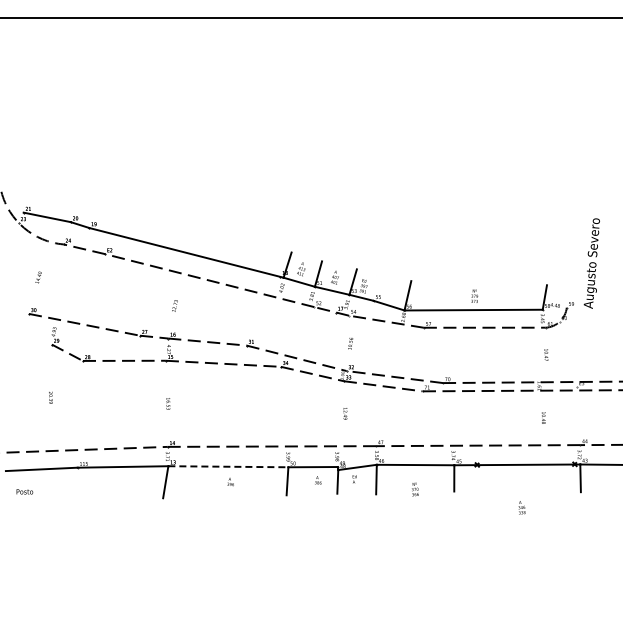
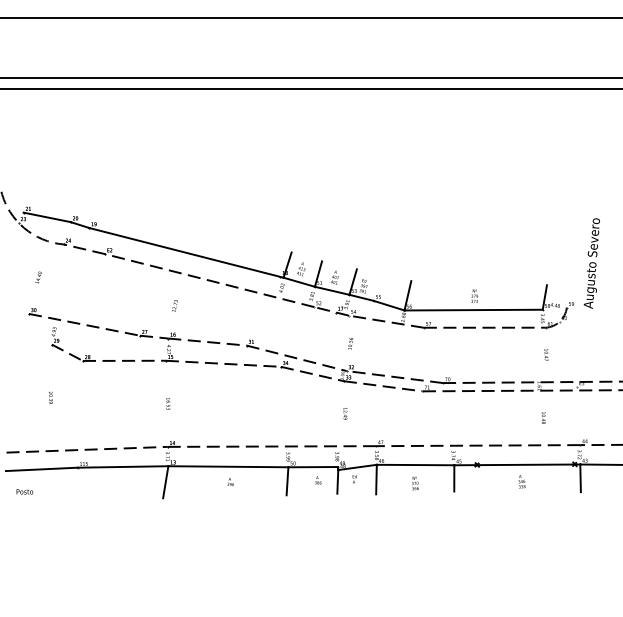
line at (310, 77): none -> present
line at (310, 89): none -> present
line at (228, 466): dashed -> solid
text at (415, 489) position: (415, 489) -> (415, 483)
text at (521, 507) position: (521, 507) -> (521, 481)
